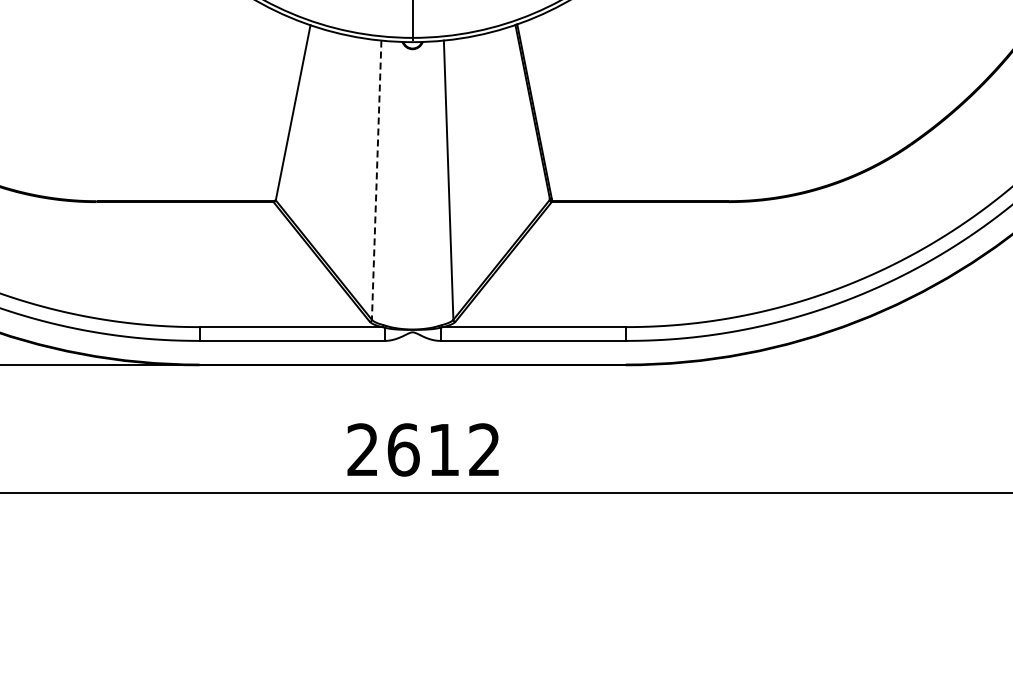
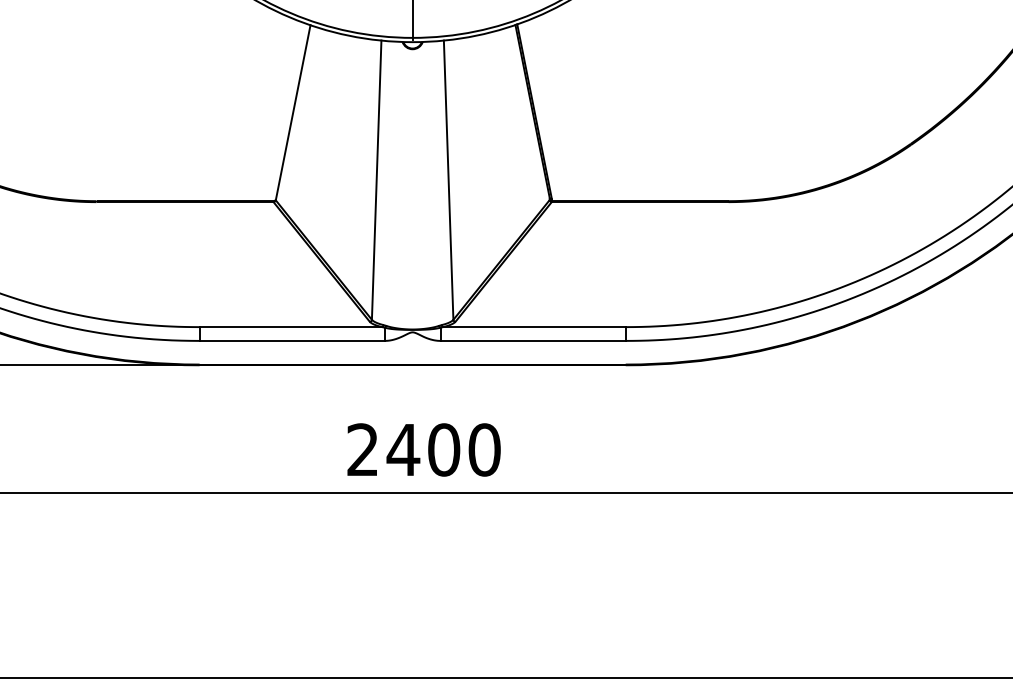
line at (376, 180): dashed -> solid
text at (443, 449): 2612 -> 2400
line at (505, 677): none -> present
